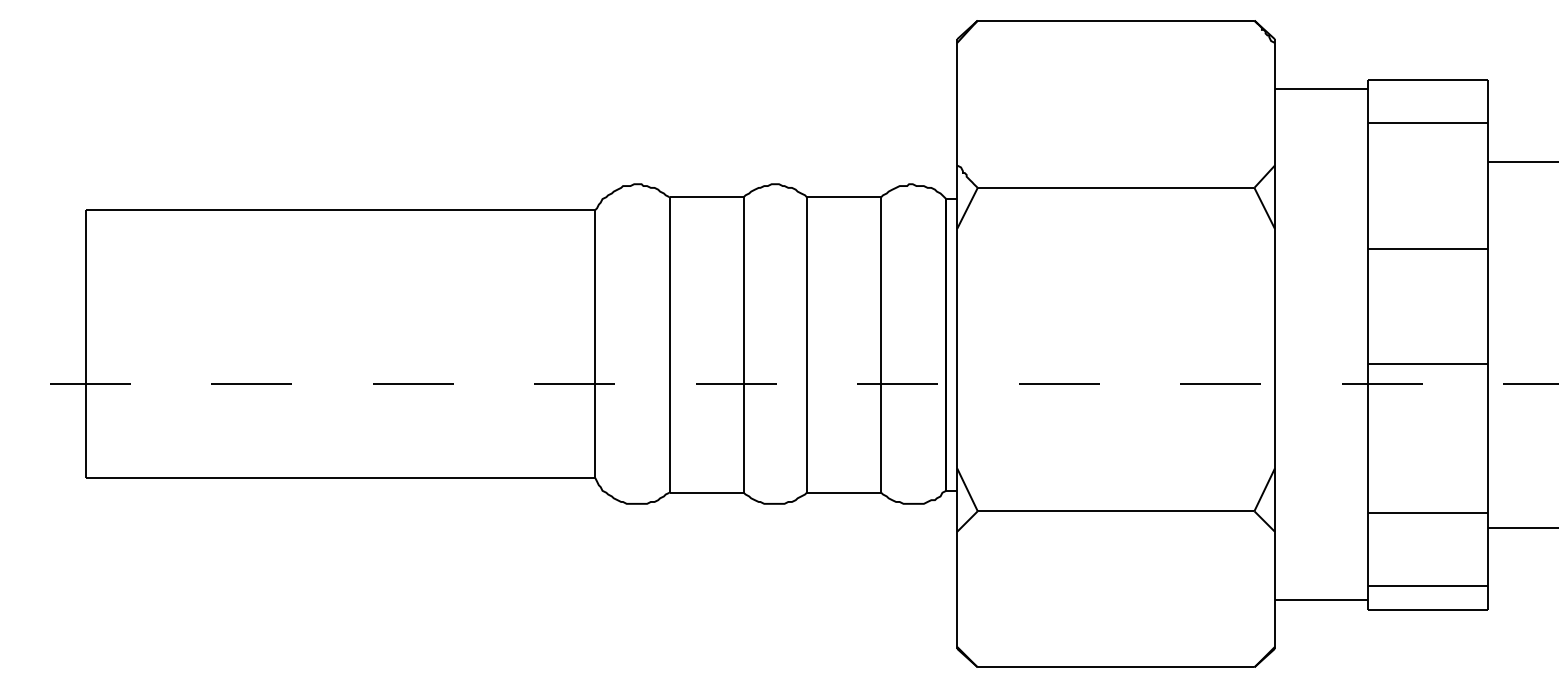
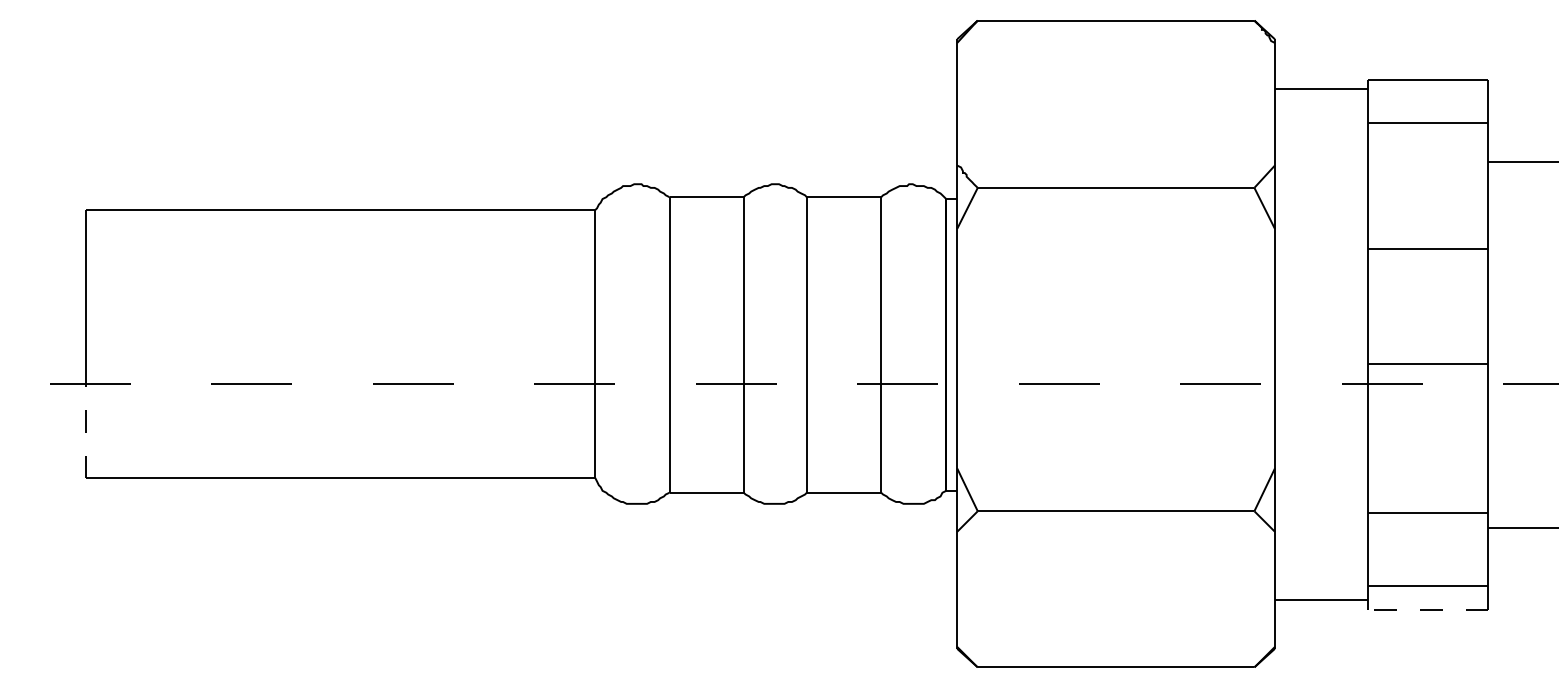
line at (86, 421): solid -> dashed
line at (1427, 609): solid -> dashed
